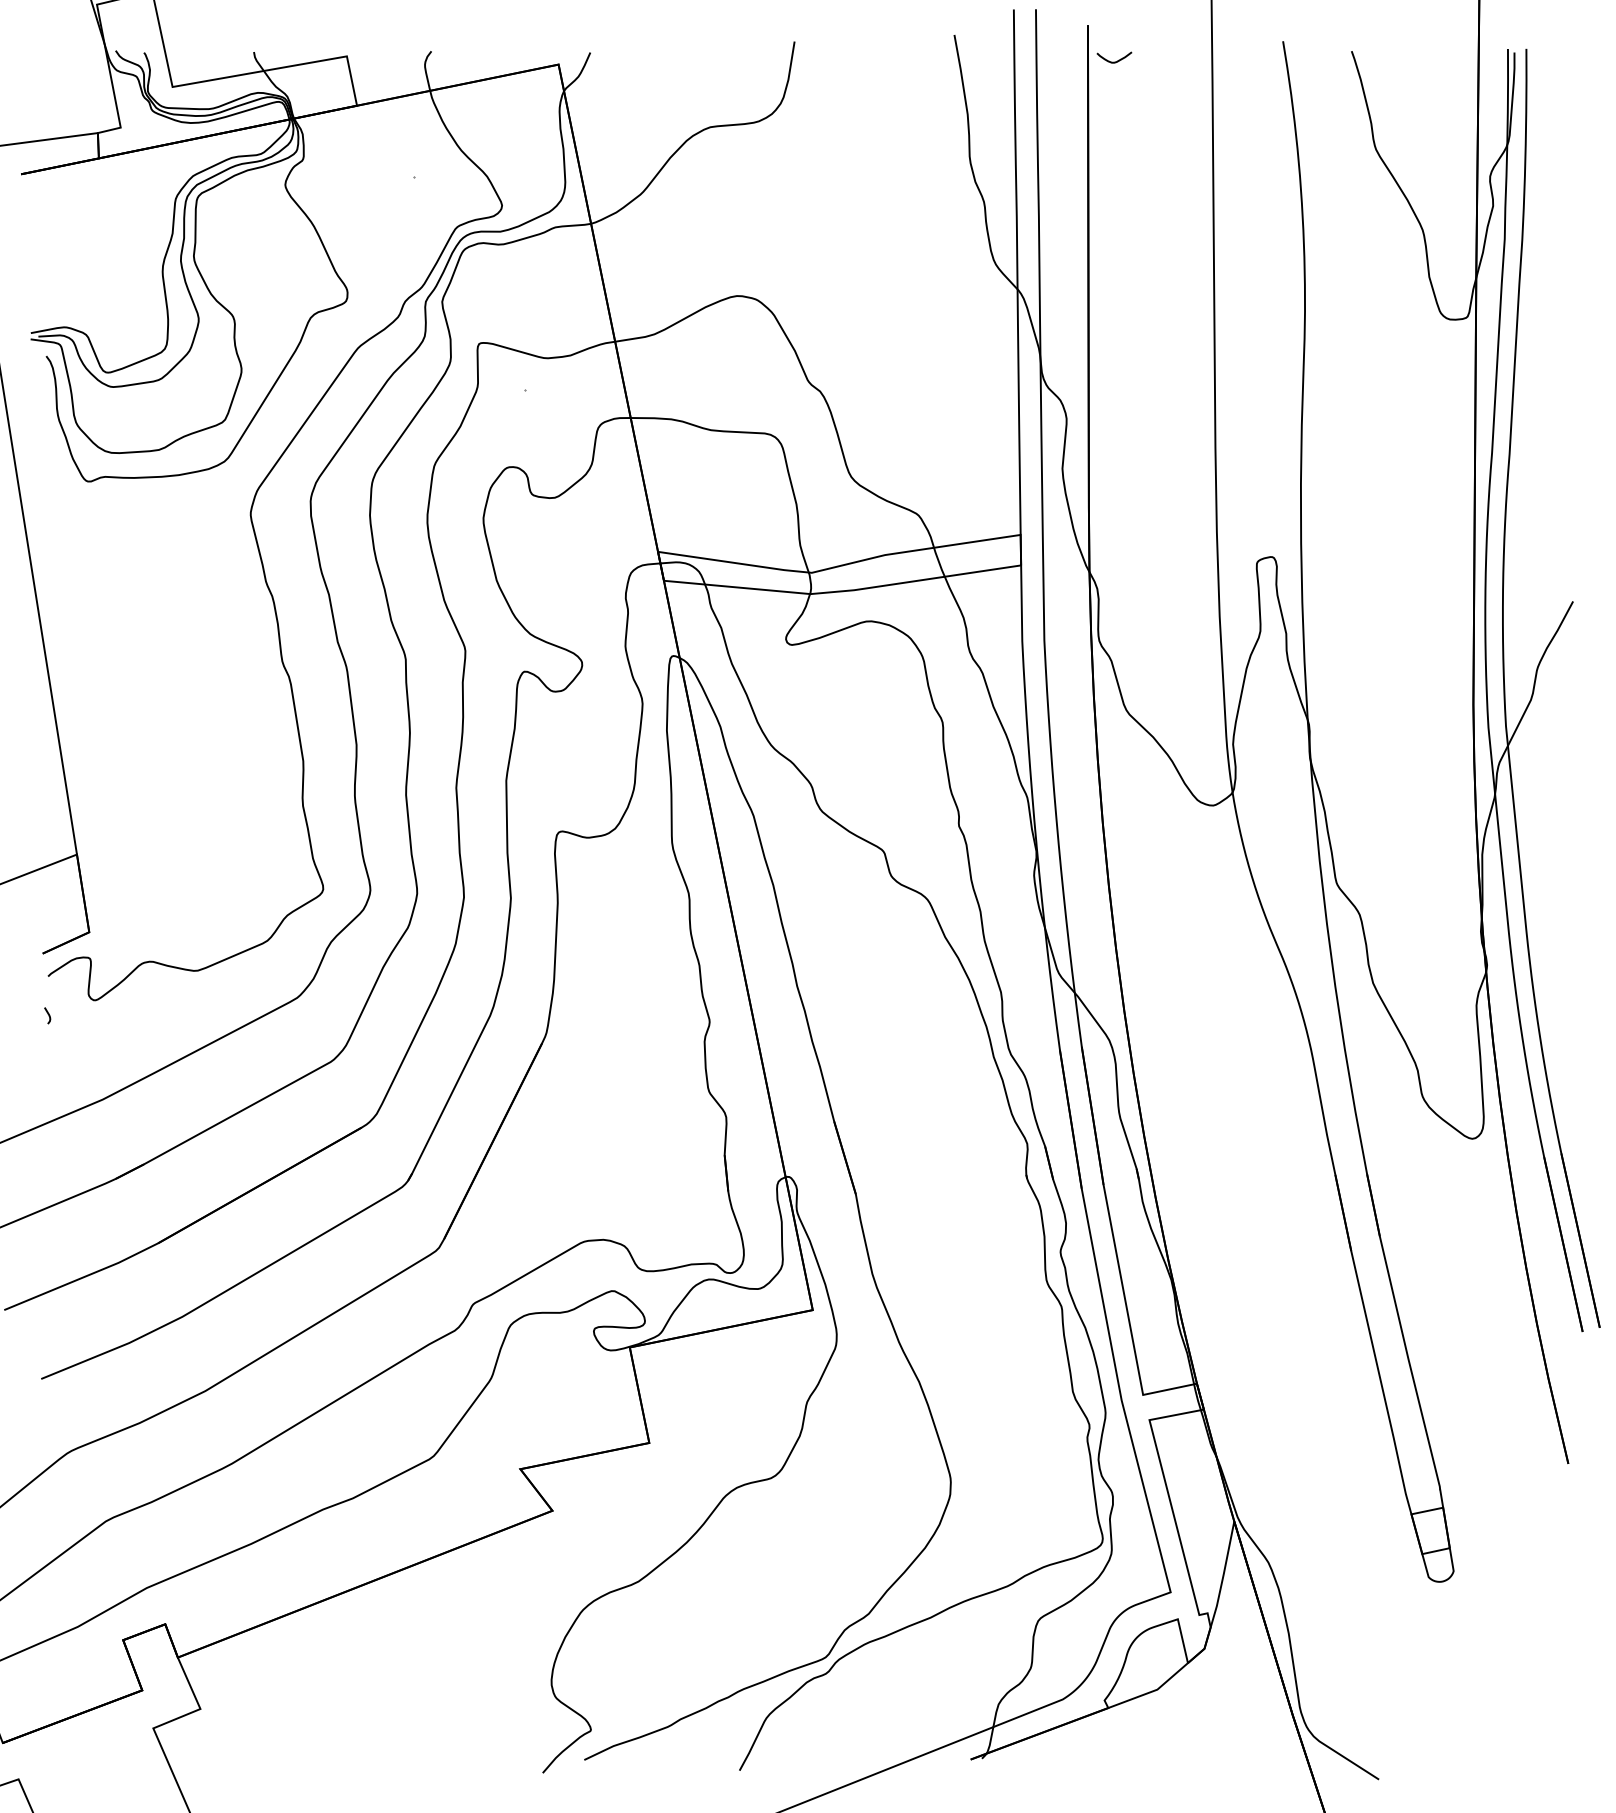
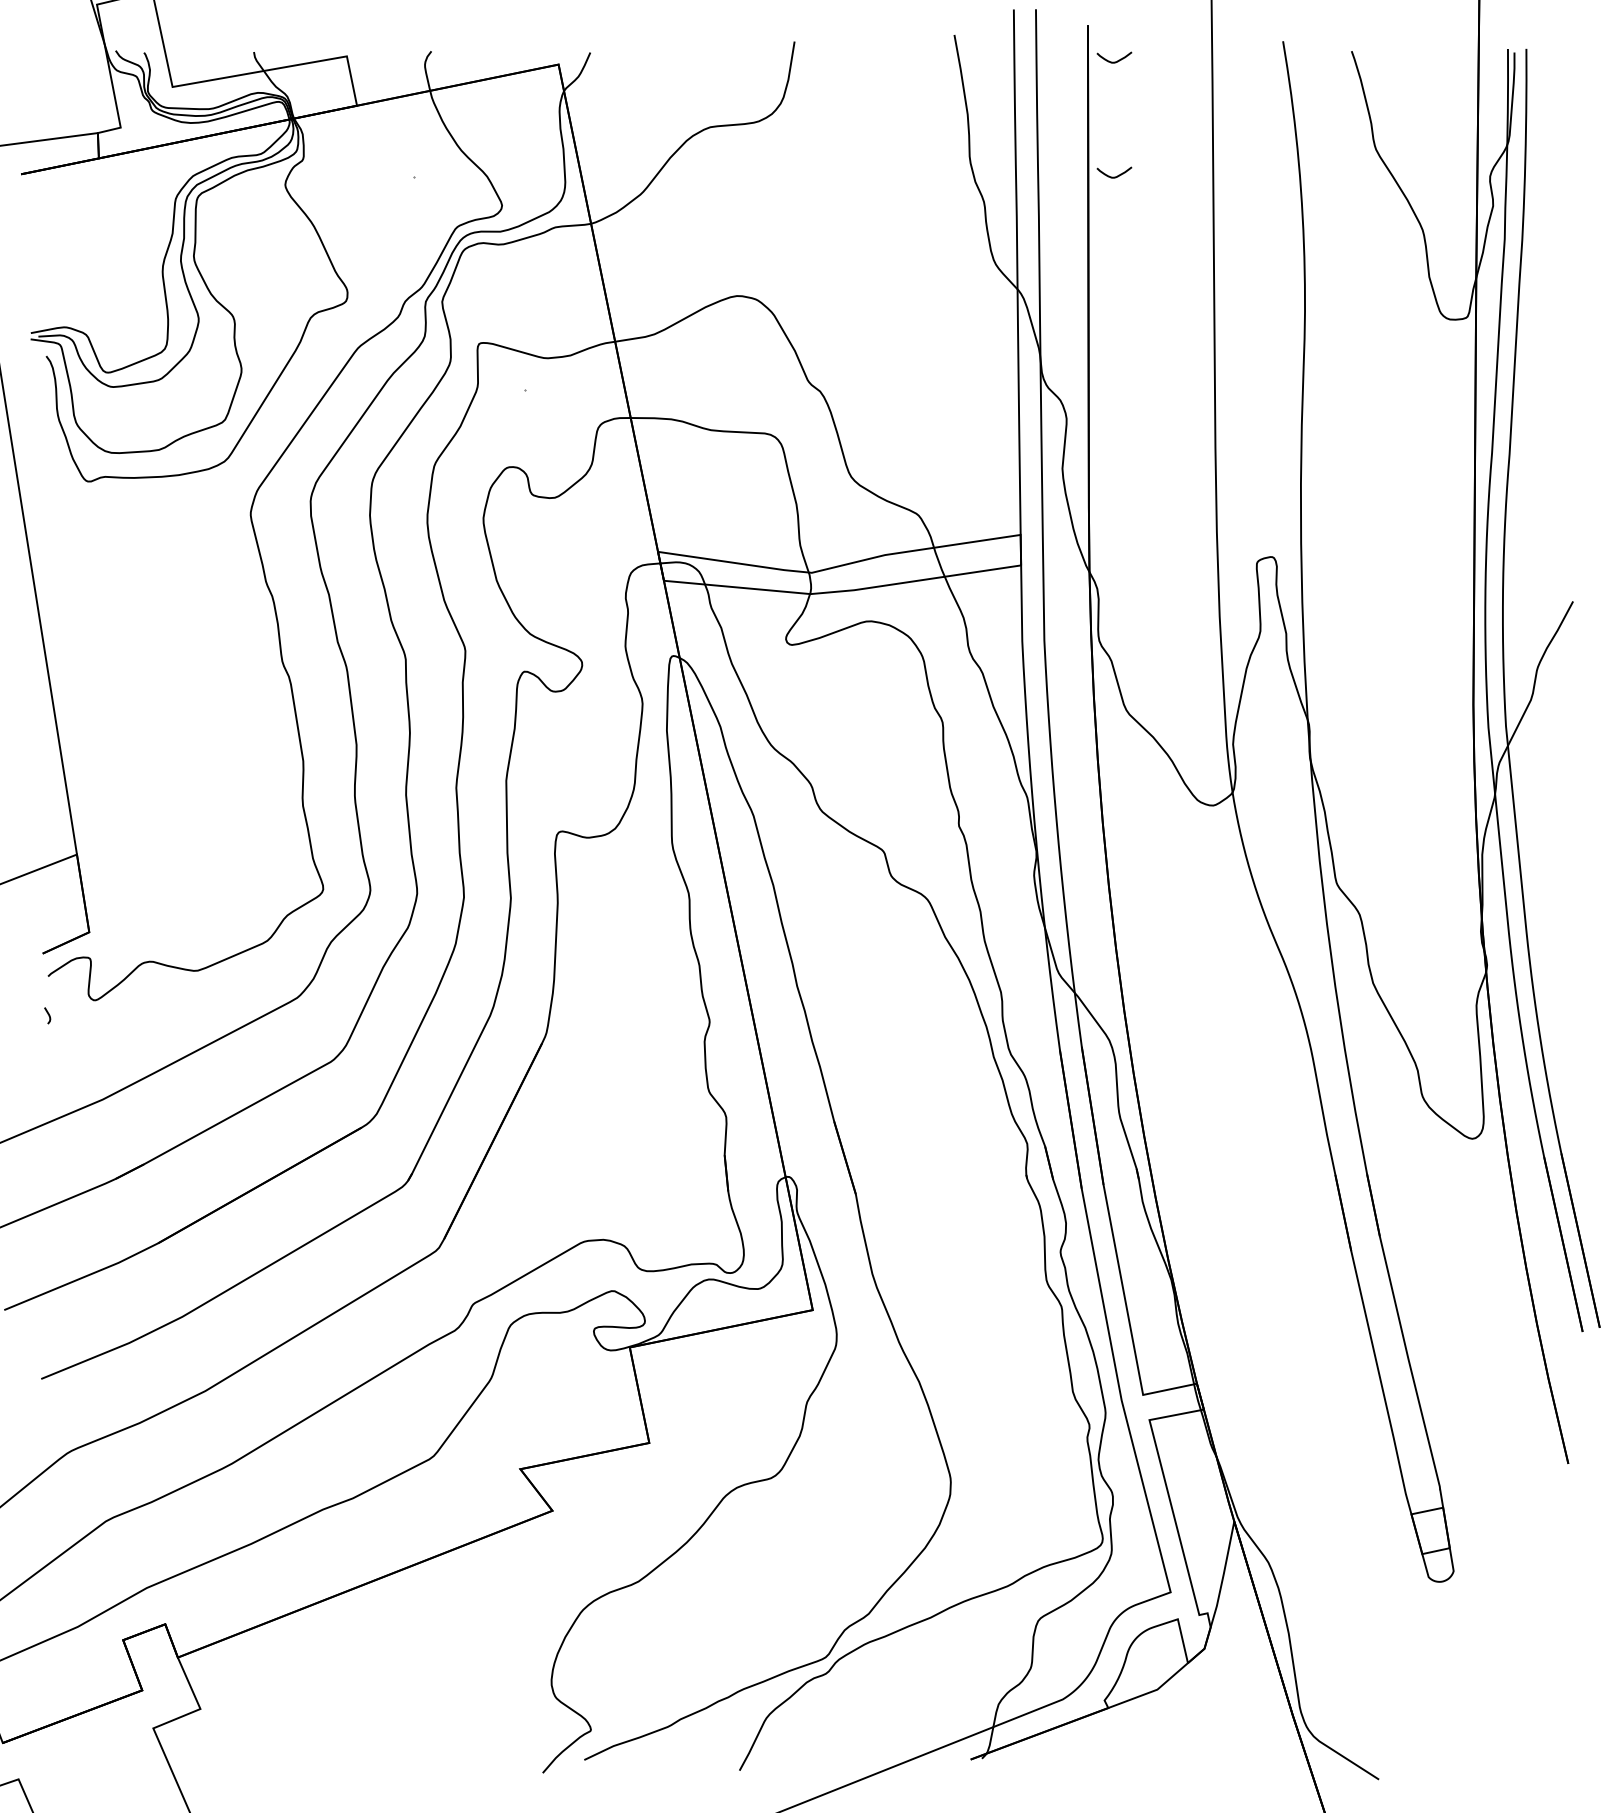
curve at (1114, 176): none -> present
